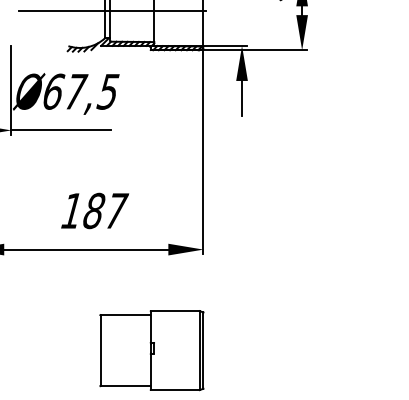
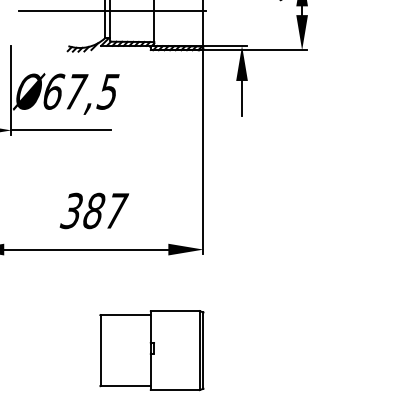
text at (70, 210): 187 -> 387
